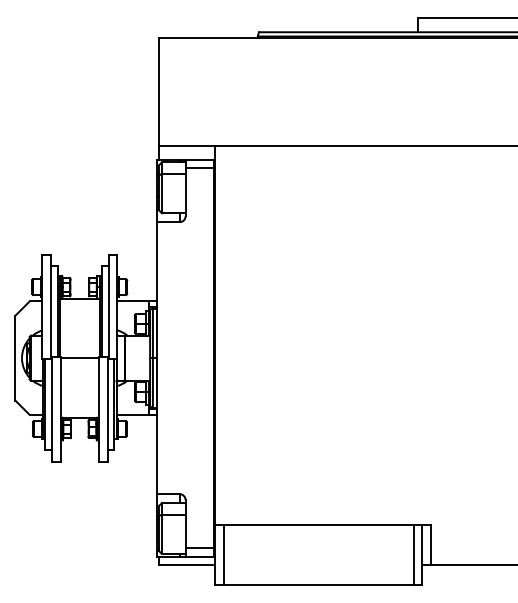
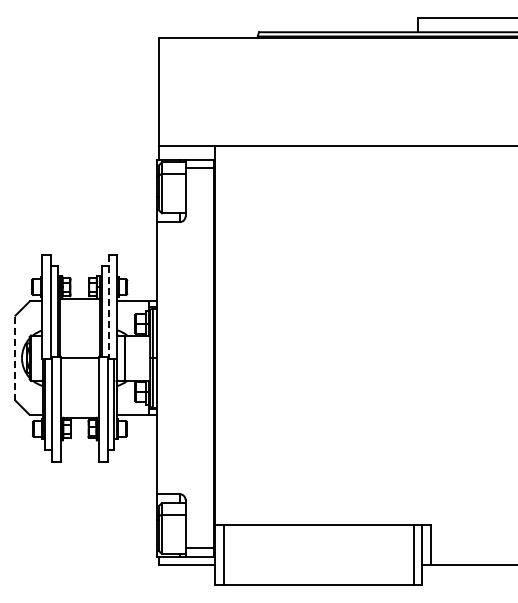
line at (108, 307): solid -> dashed
line at (15, 358): solid -> dashed
